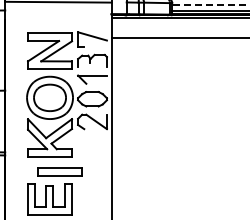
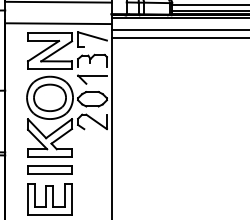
line at (210, 4): dashed -> solid
line at (58, 23): none -> present
line at (178, 30): none -> present
part at (59, 171) position: (59, 171) -> (49, 169)
